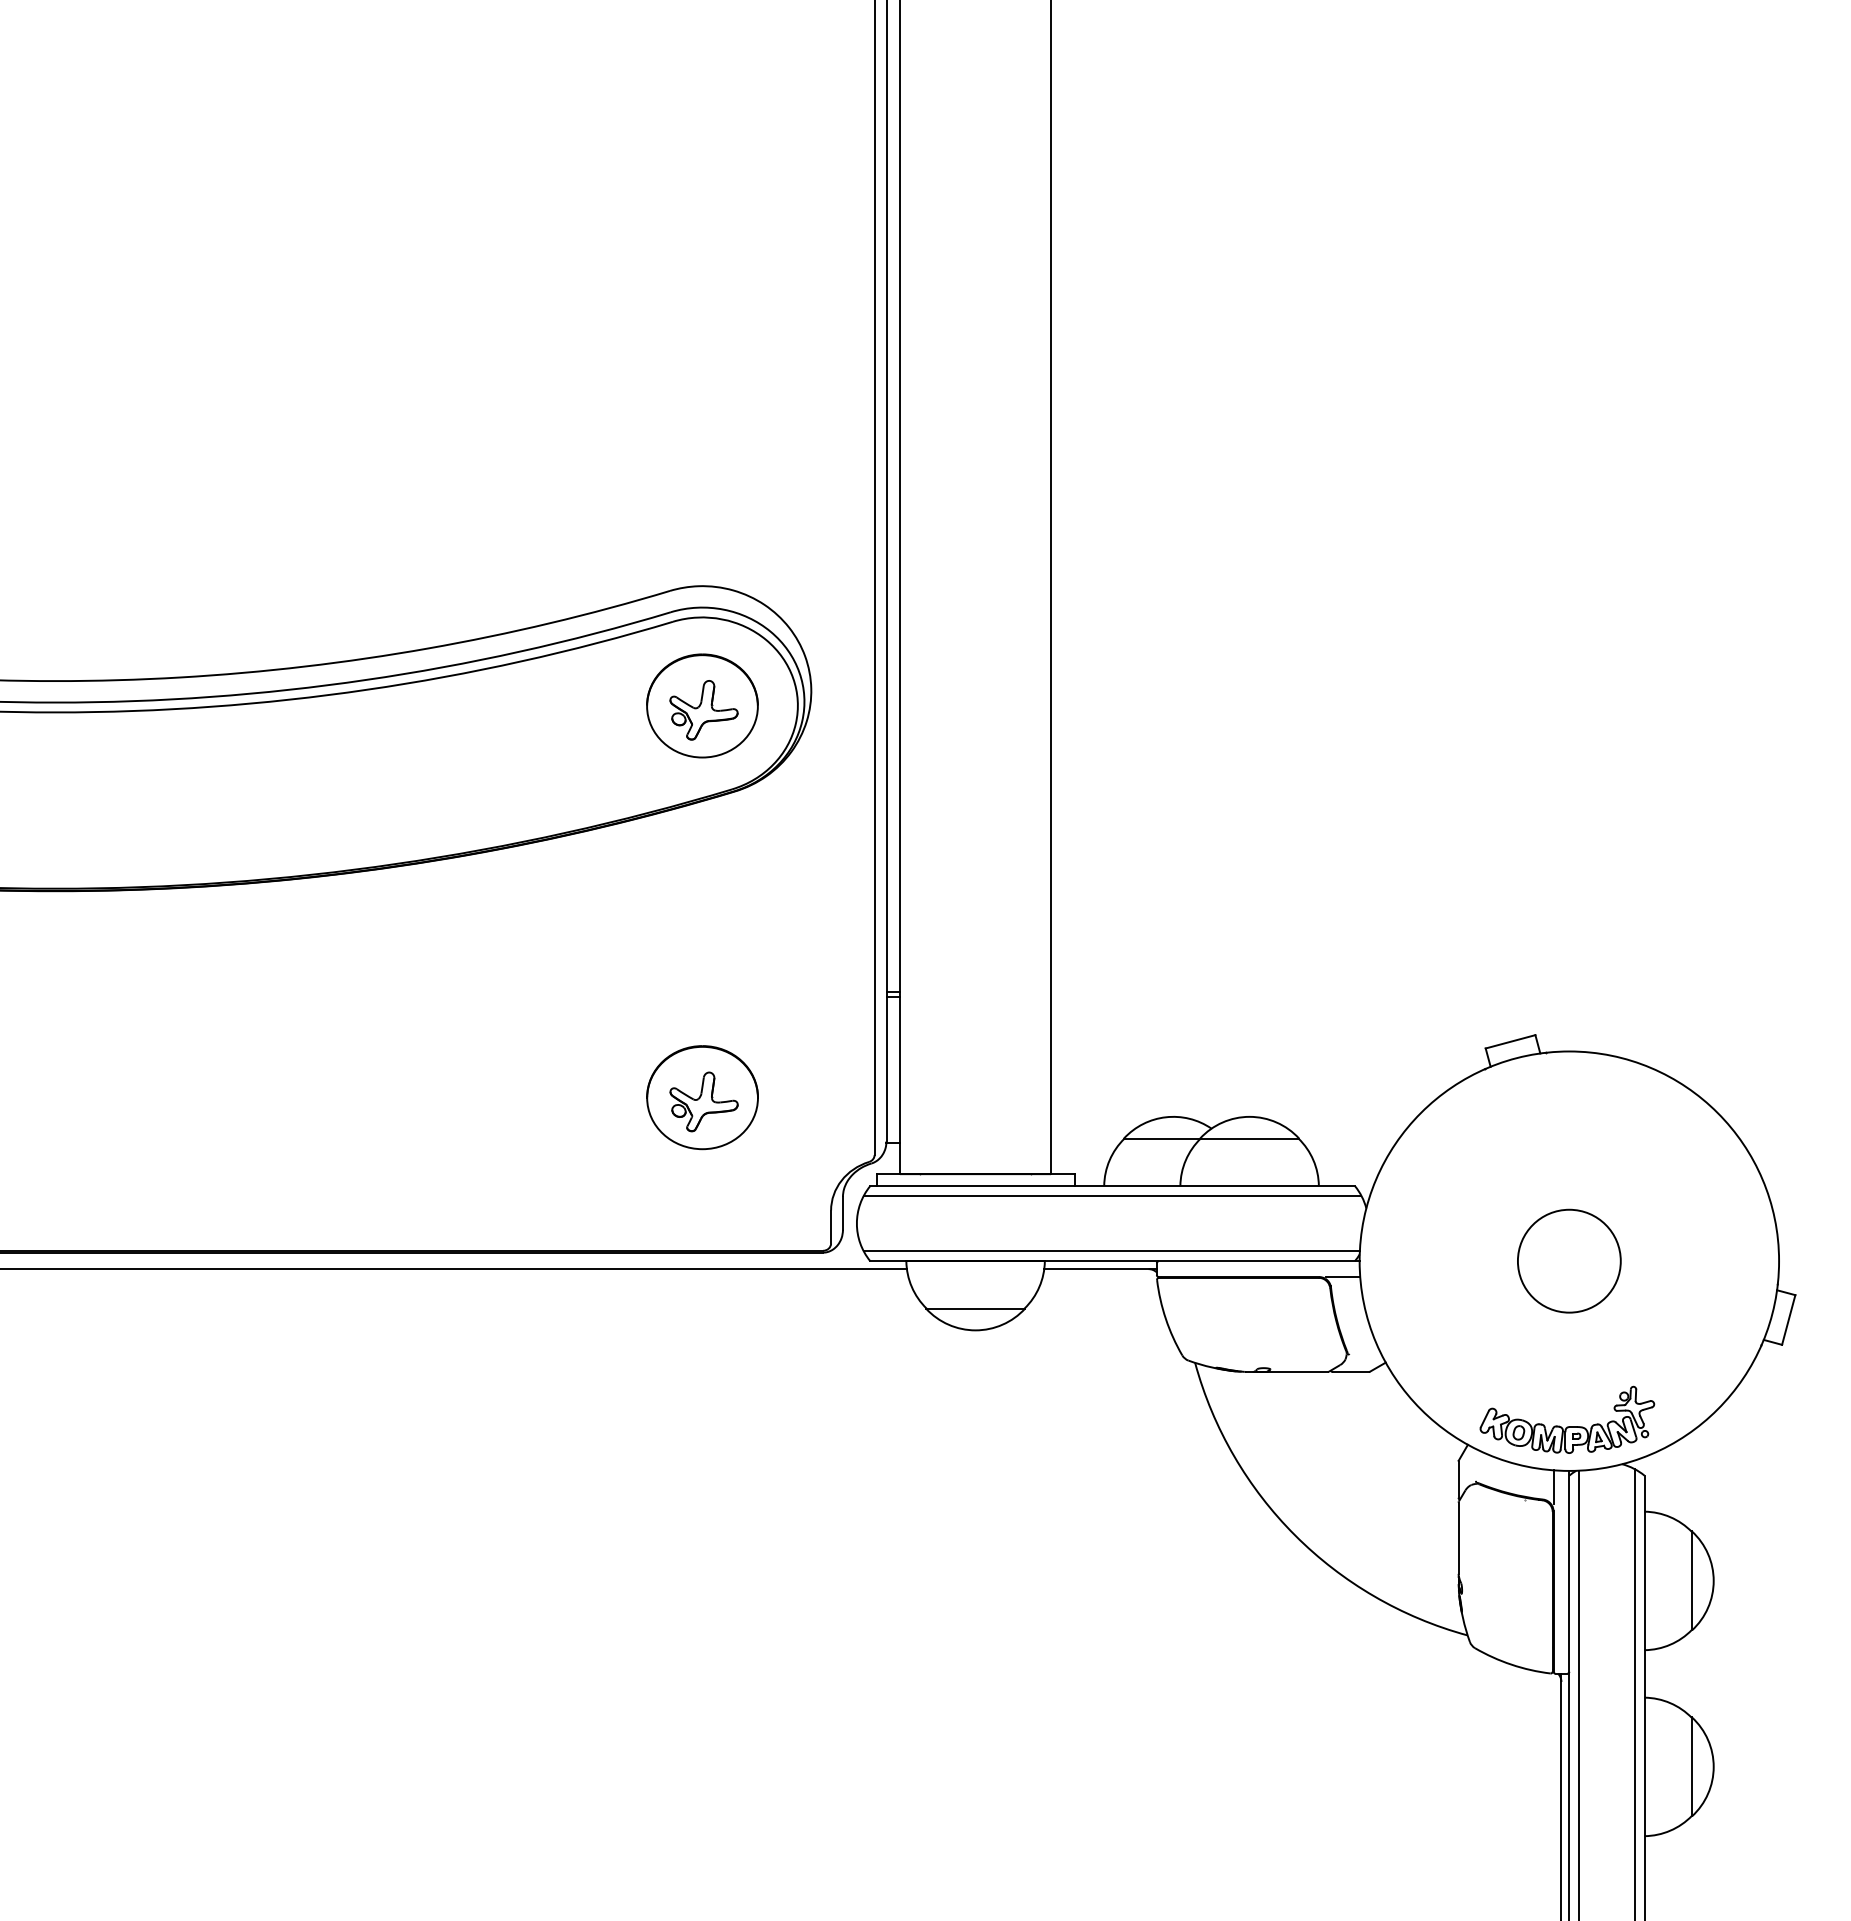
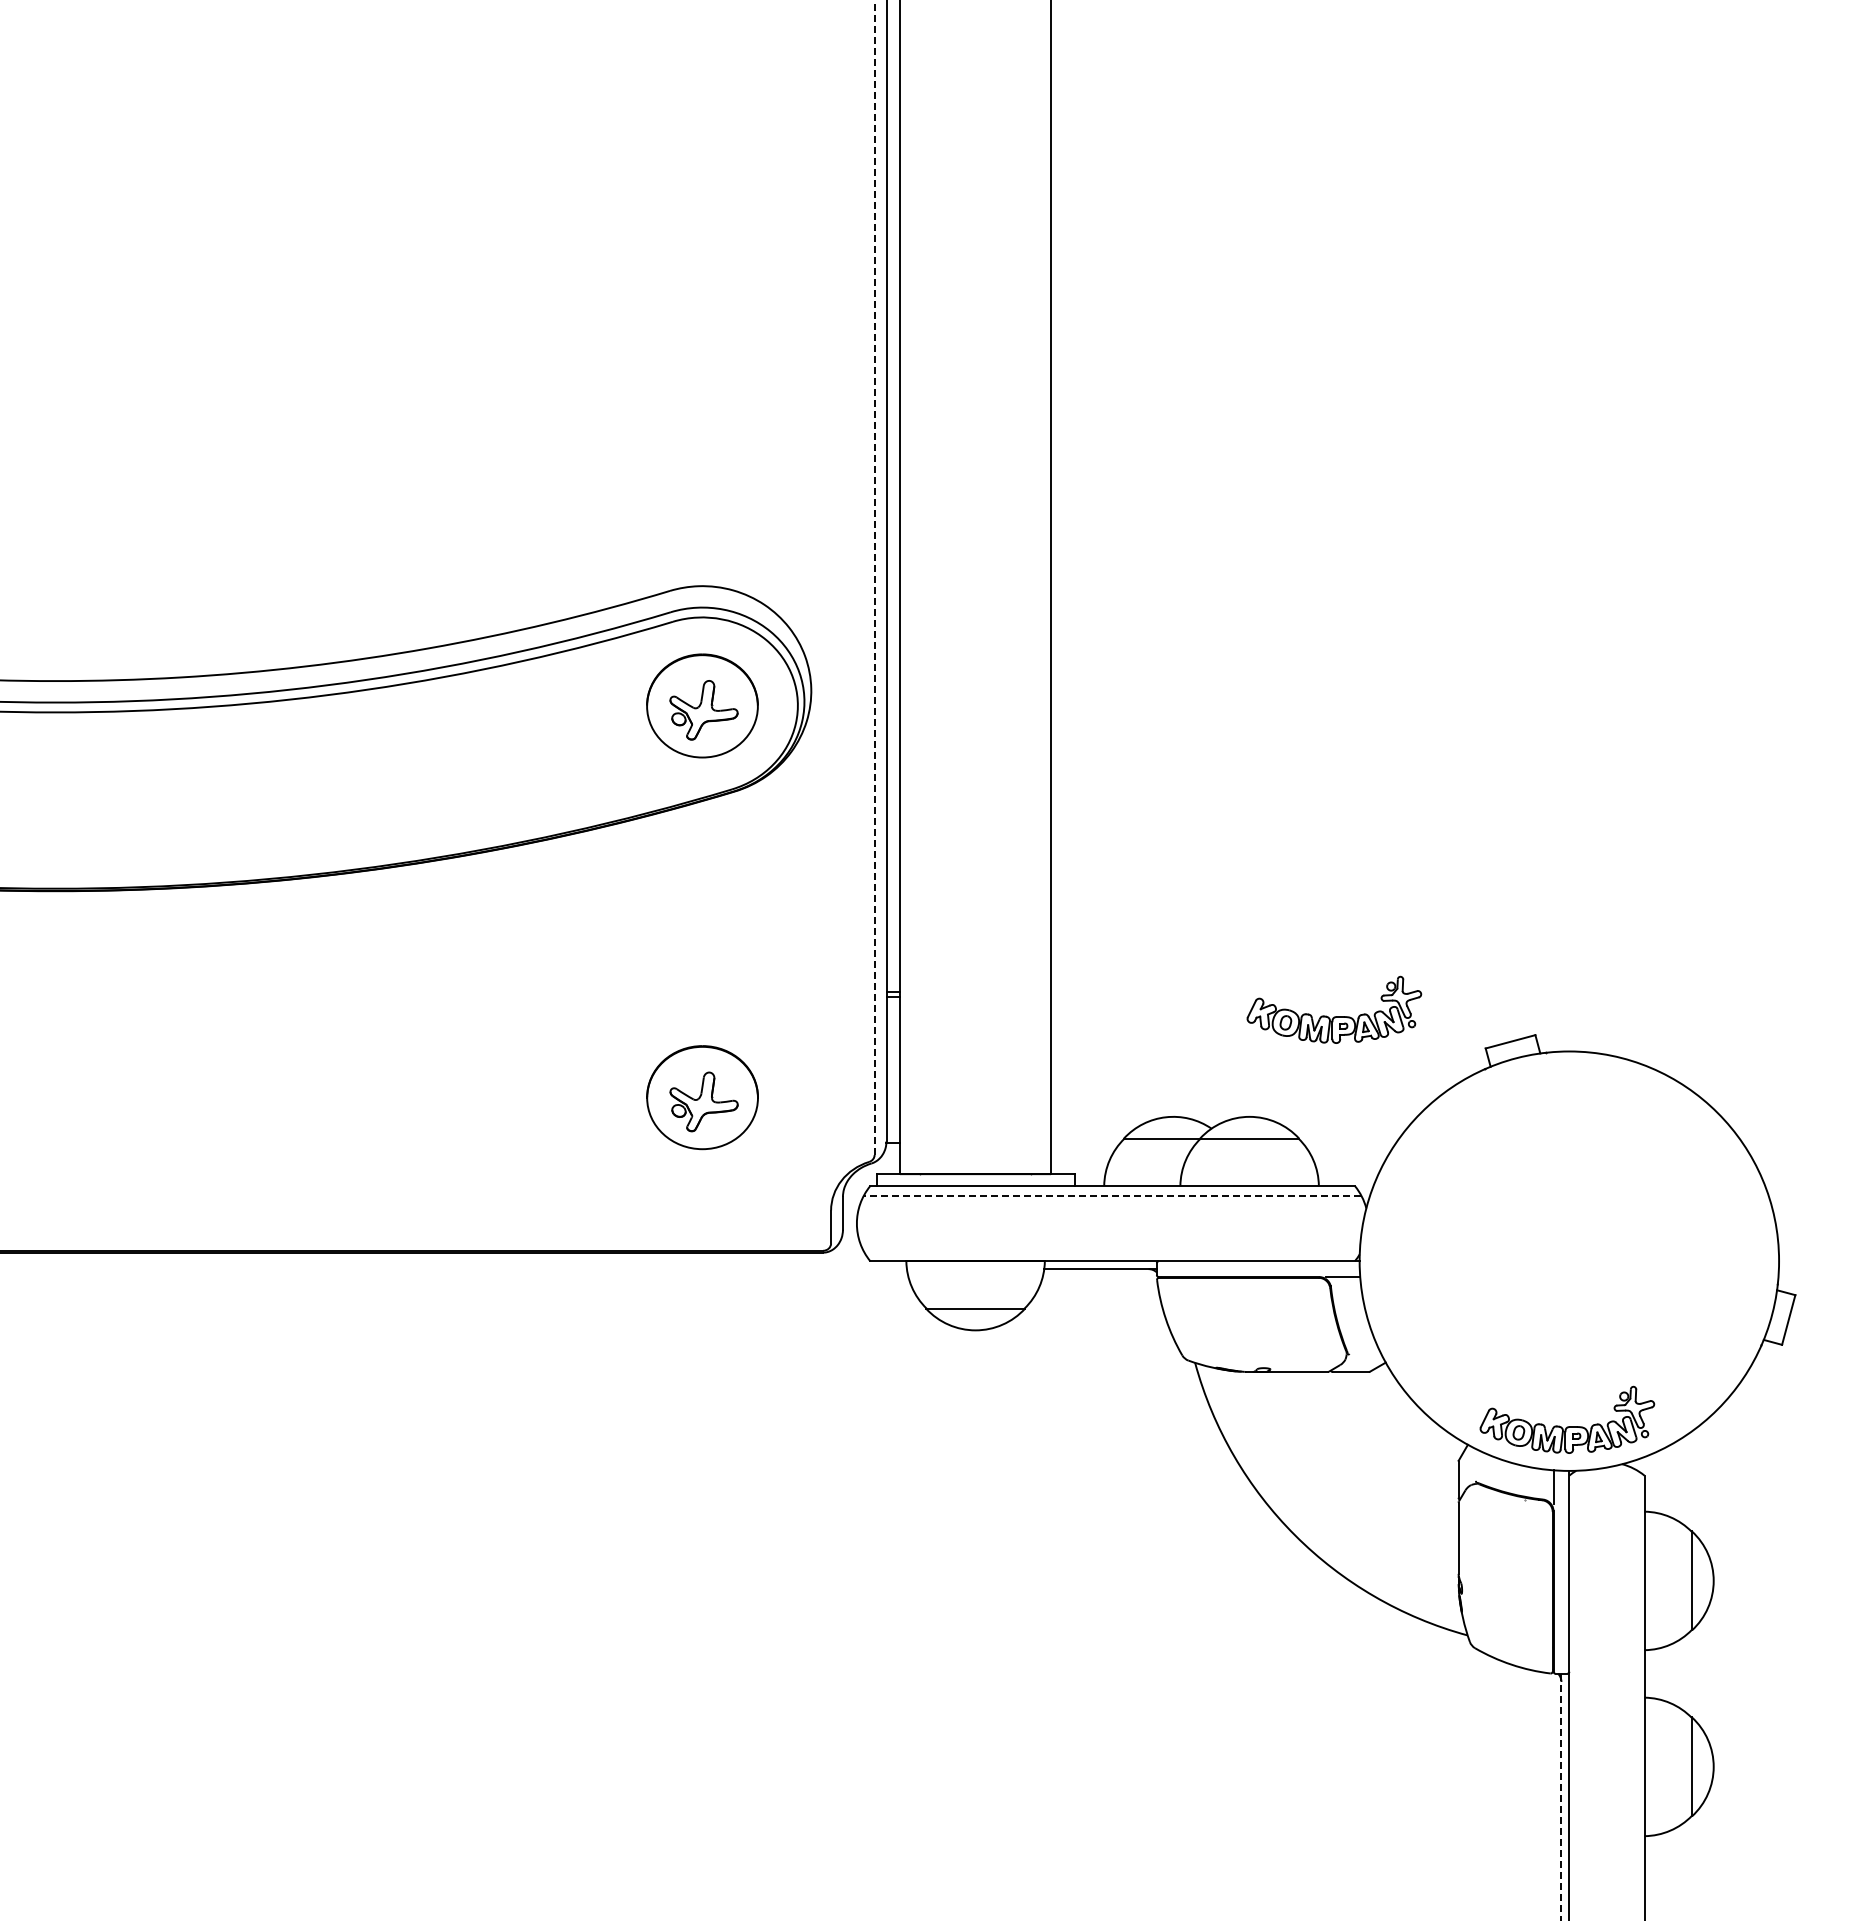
line at (874, 577): solid -> dashed
part at (1334, 1016): none -> present
line at (1112, 1195): solid -> dashed
line at (1111, 1251): present -> none
circle at (1569, 1260): present -> none
line at (454, 1269): present -> none
line at (1579, 1693): present -> none
line at (1634, 1693): present -> none
line at (1561, 1797): solid -> dashed
